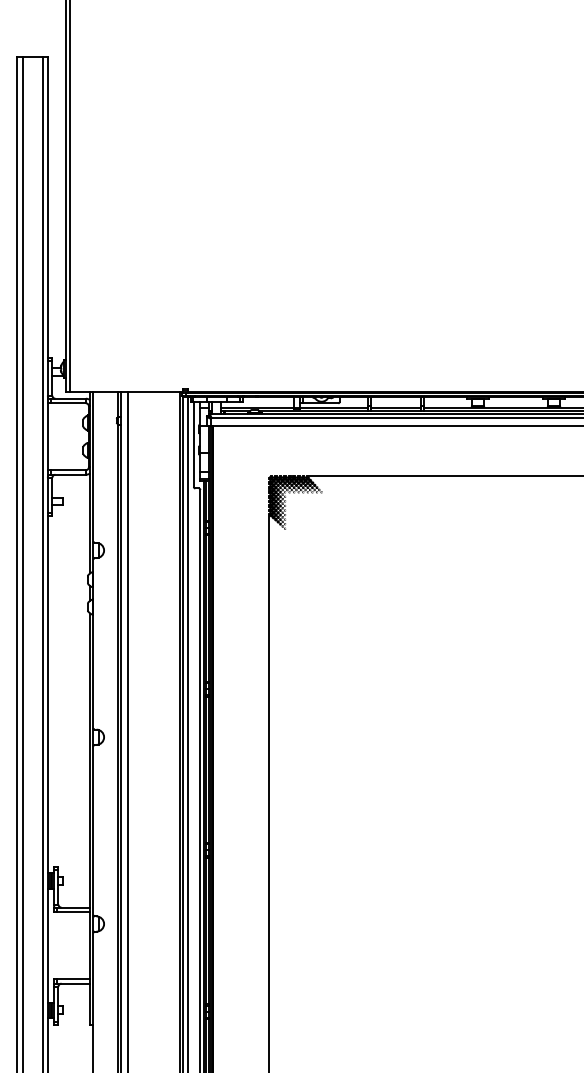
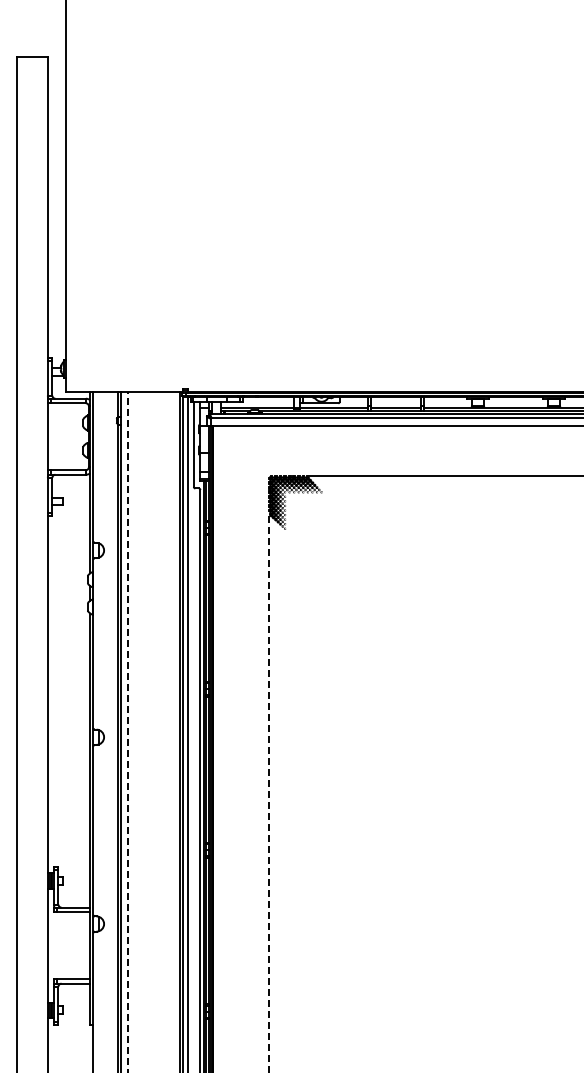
line at (69, 196): present -> none
line at (22, 563): present -> none
line at (42, 563): present -> none
line at (128, 731): solid -> dashed
line at (269, 792): solid -> dashed
